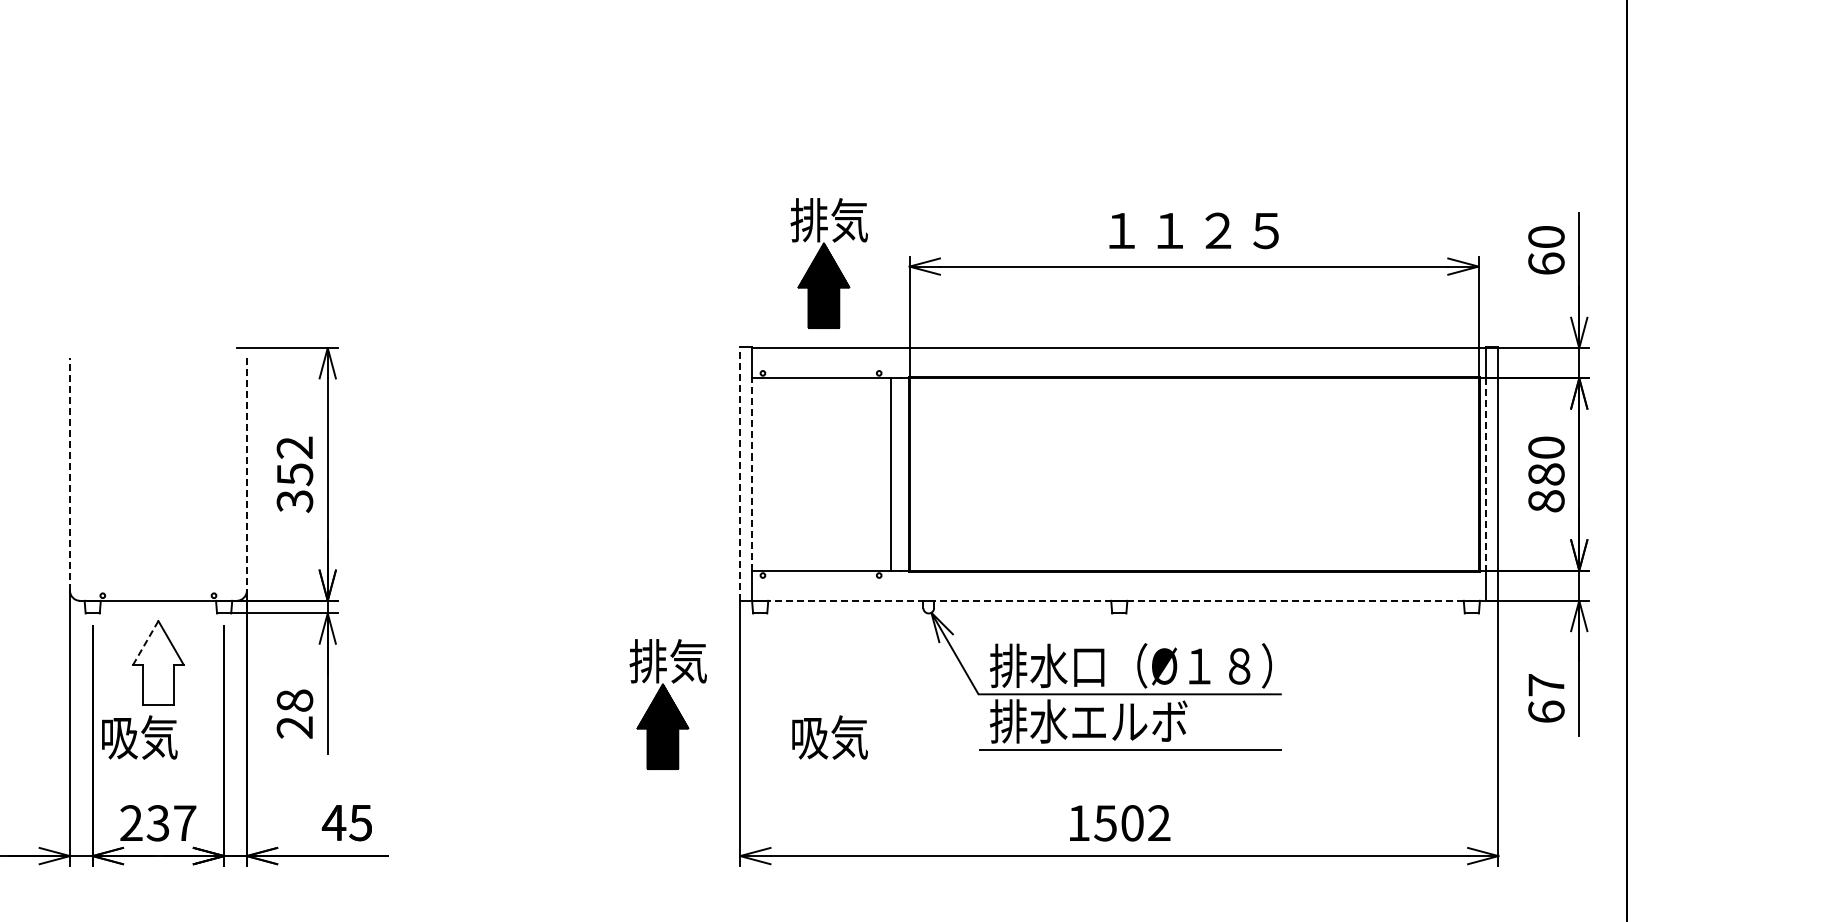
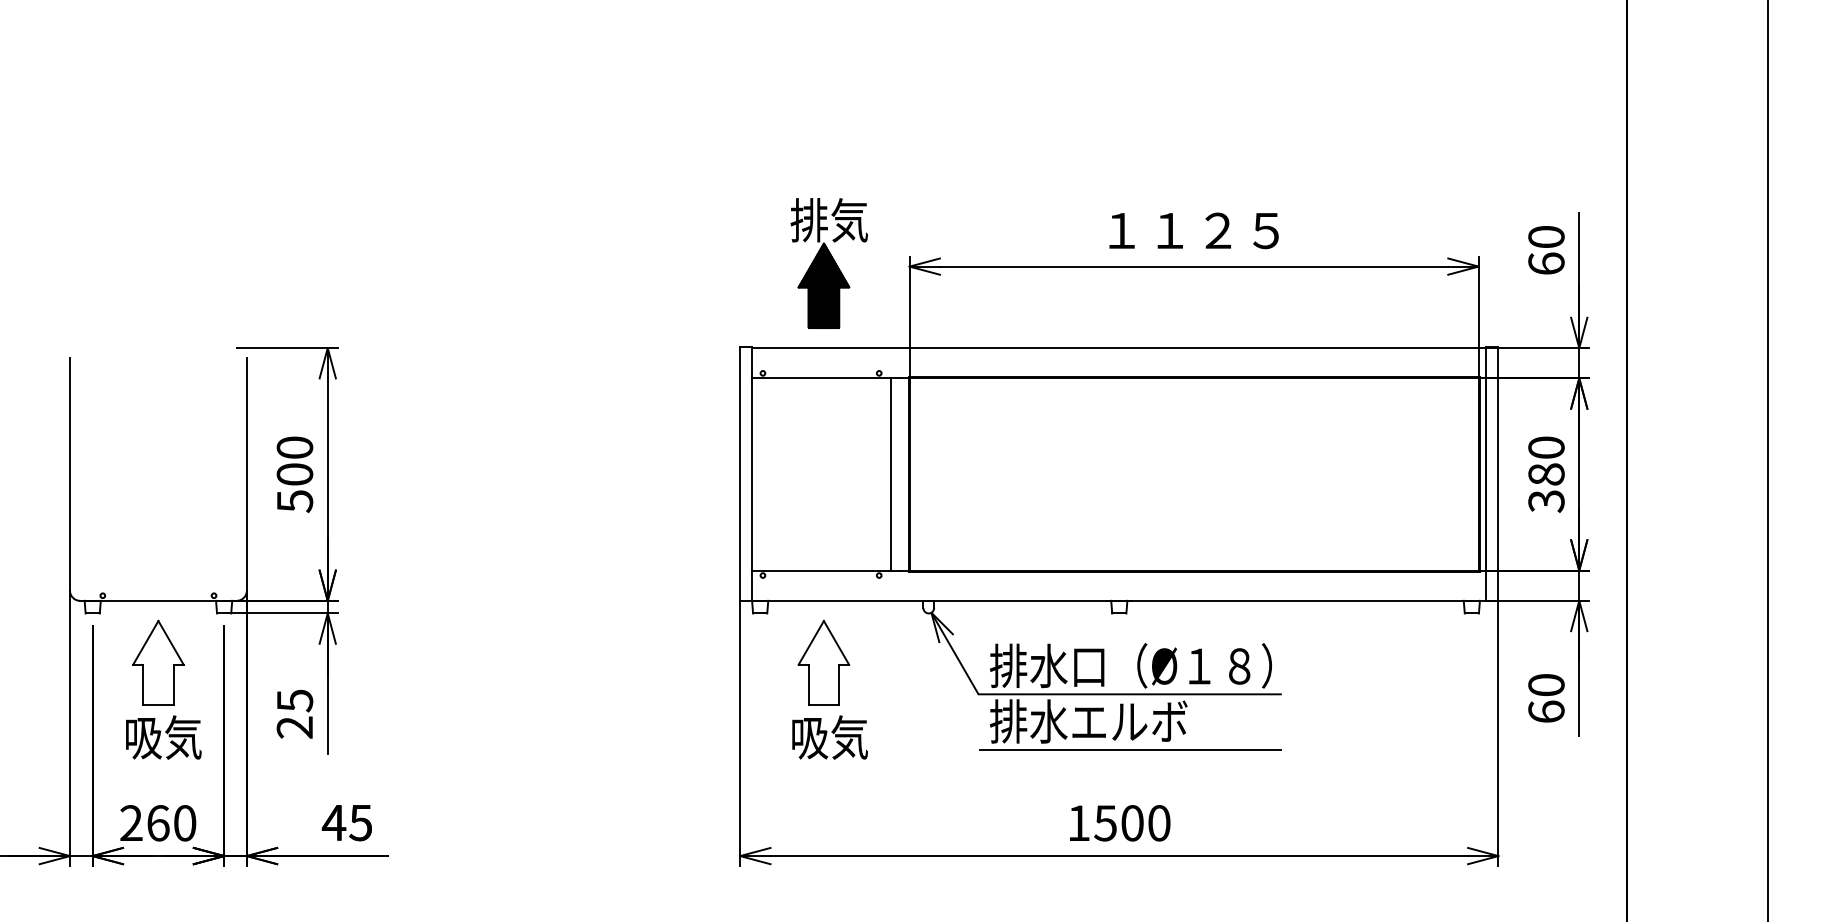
line at (1768, 460): none -> present
line at (69, 473): dashed -> solid
line at (752, 473): dashed -> solid
line at (246, 474): dashed -> solid
text at (294, 474): 352 -> 500
line at (740, 474): dashed -> solid
line at (1486, 474): dashed -> solid
text at (1546, 501): 880 -> 380
line at (1127, 600): dashed -> solid
line at (145, 643): dashed -> solid
part at (823, 662): none -> present
text at (1546, 685): 67 -> 60
text at (294, 700): 28 -> 25
part at (667, 704): present -> none
text at (139, 737) position: (139, 737) -> (163, 737)
text at (171, 823): 237 -> 260
text at (1159, 823): 1502 -> 1500
